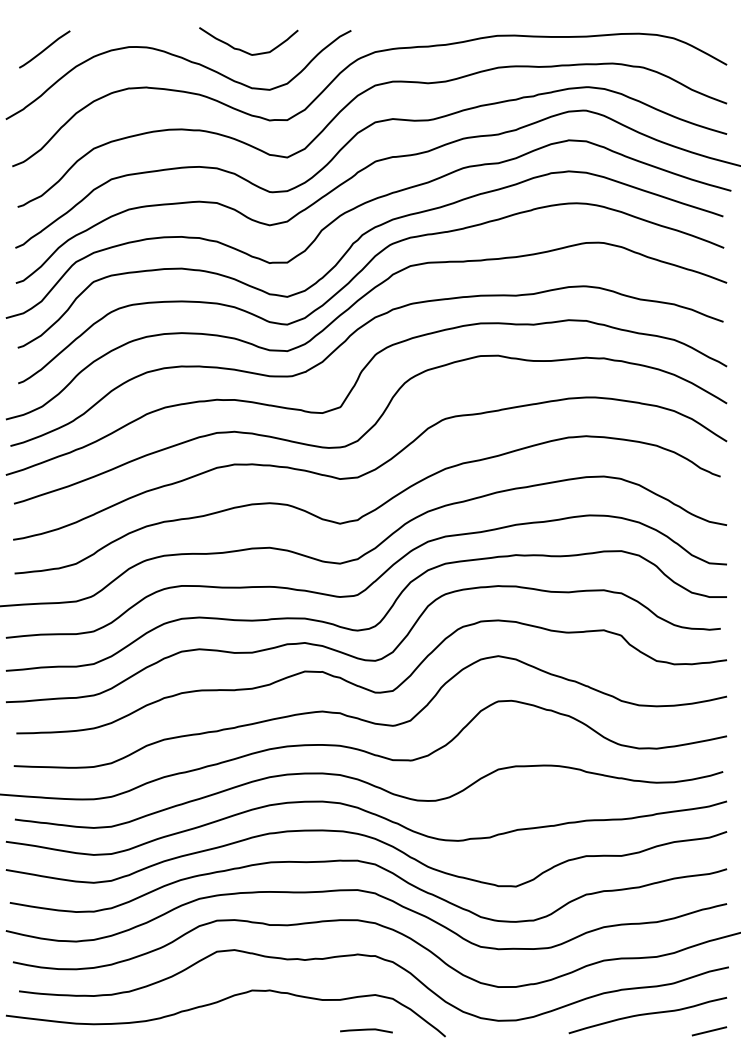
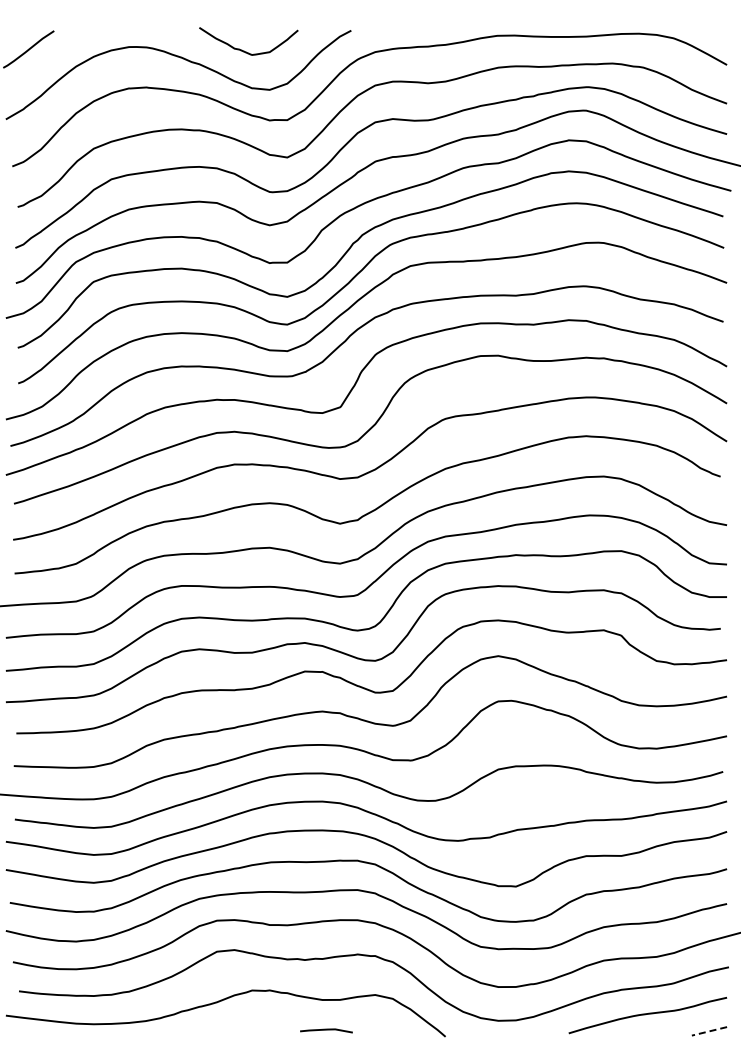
line at (44, 49) position: (44, 49) -> (28, 49)
line at (366, 1030) position: (366, 1030) -> (326, 1030)
line at (708, 1031): solid -> dashed
